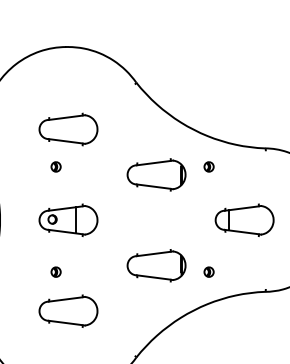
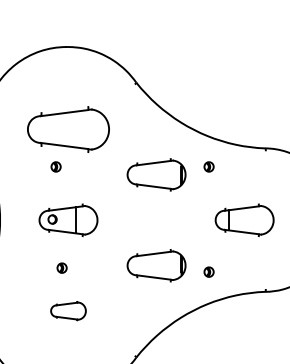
part at (68, 129) size: 61x35 px -> 83x47 px
part at (55, 271) position: (55, 271) -> (61, 267)
part at (68, 310) size: 61x34 px -> 37x21 px
